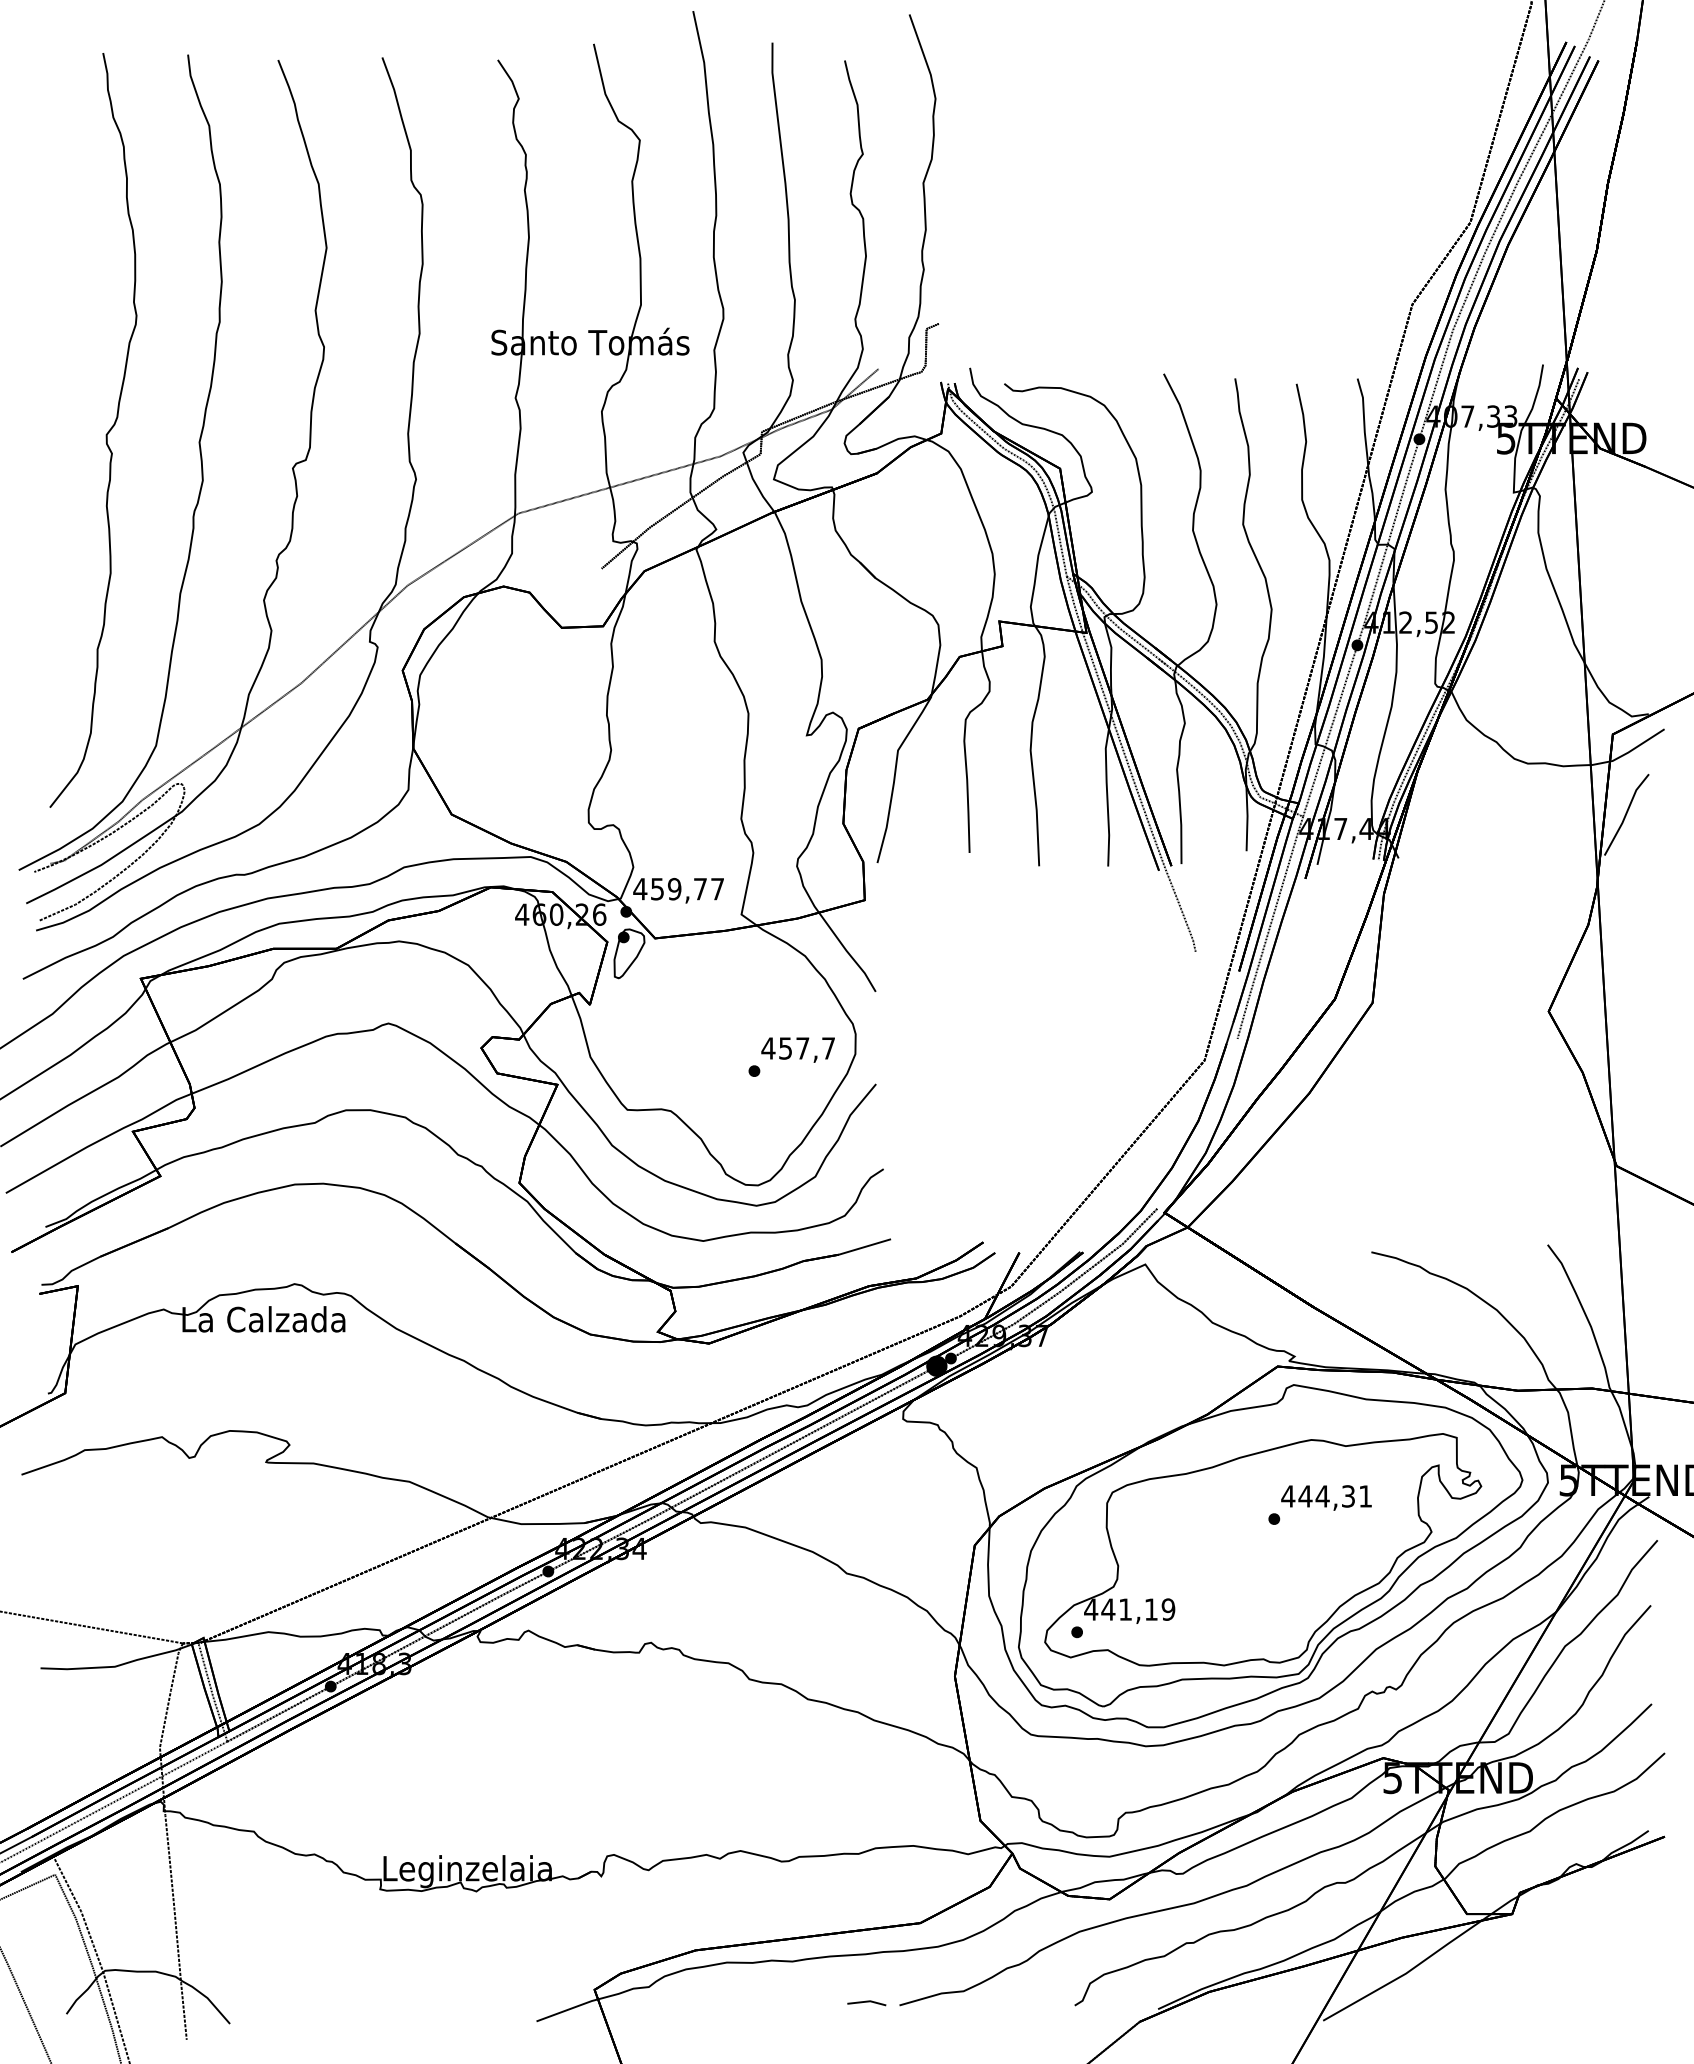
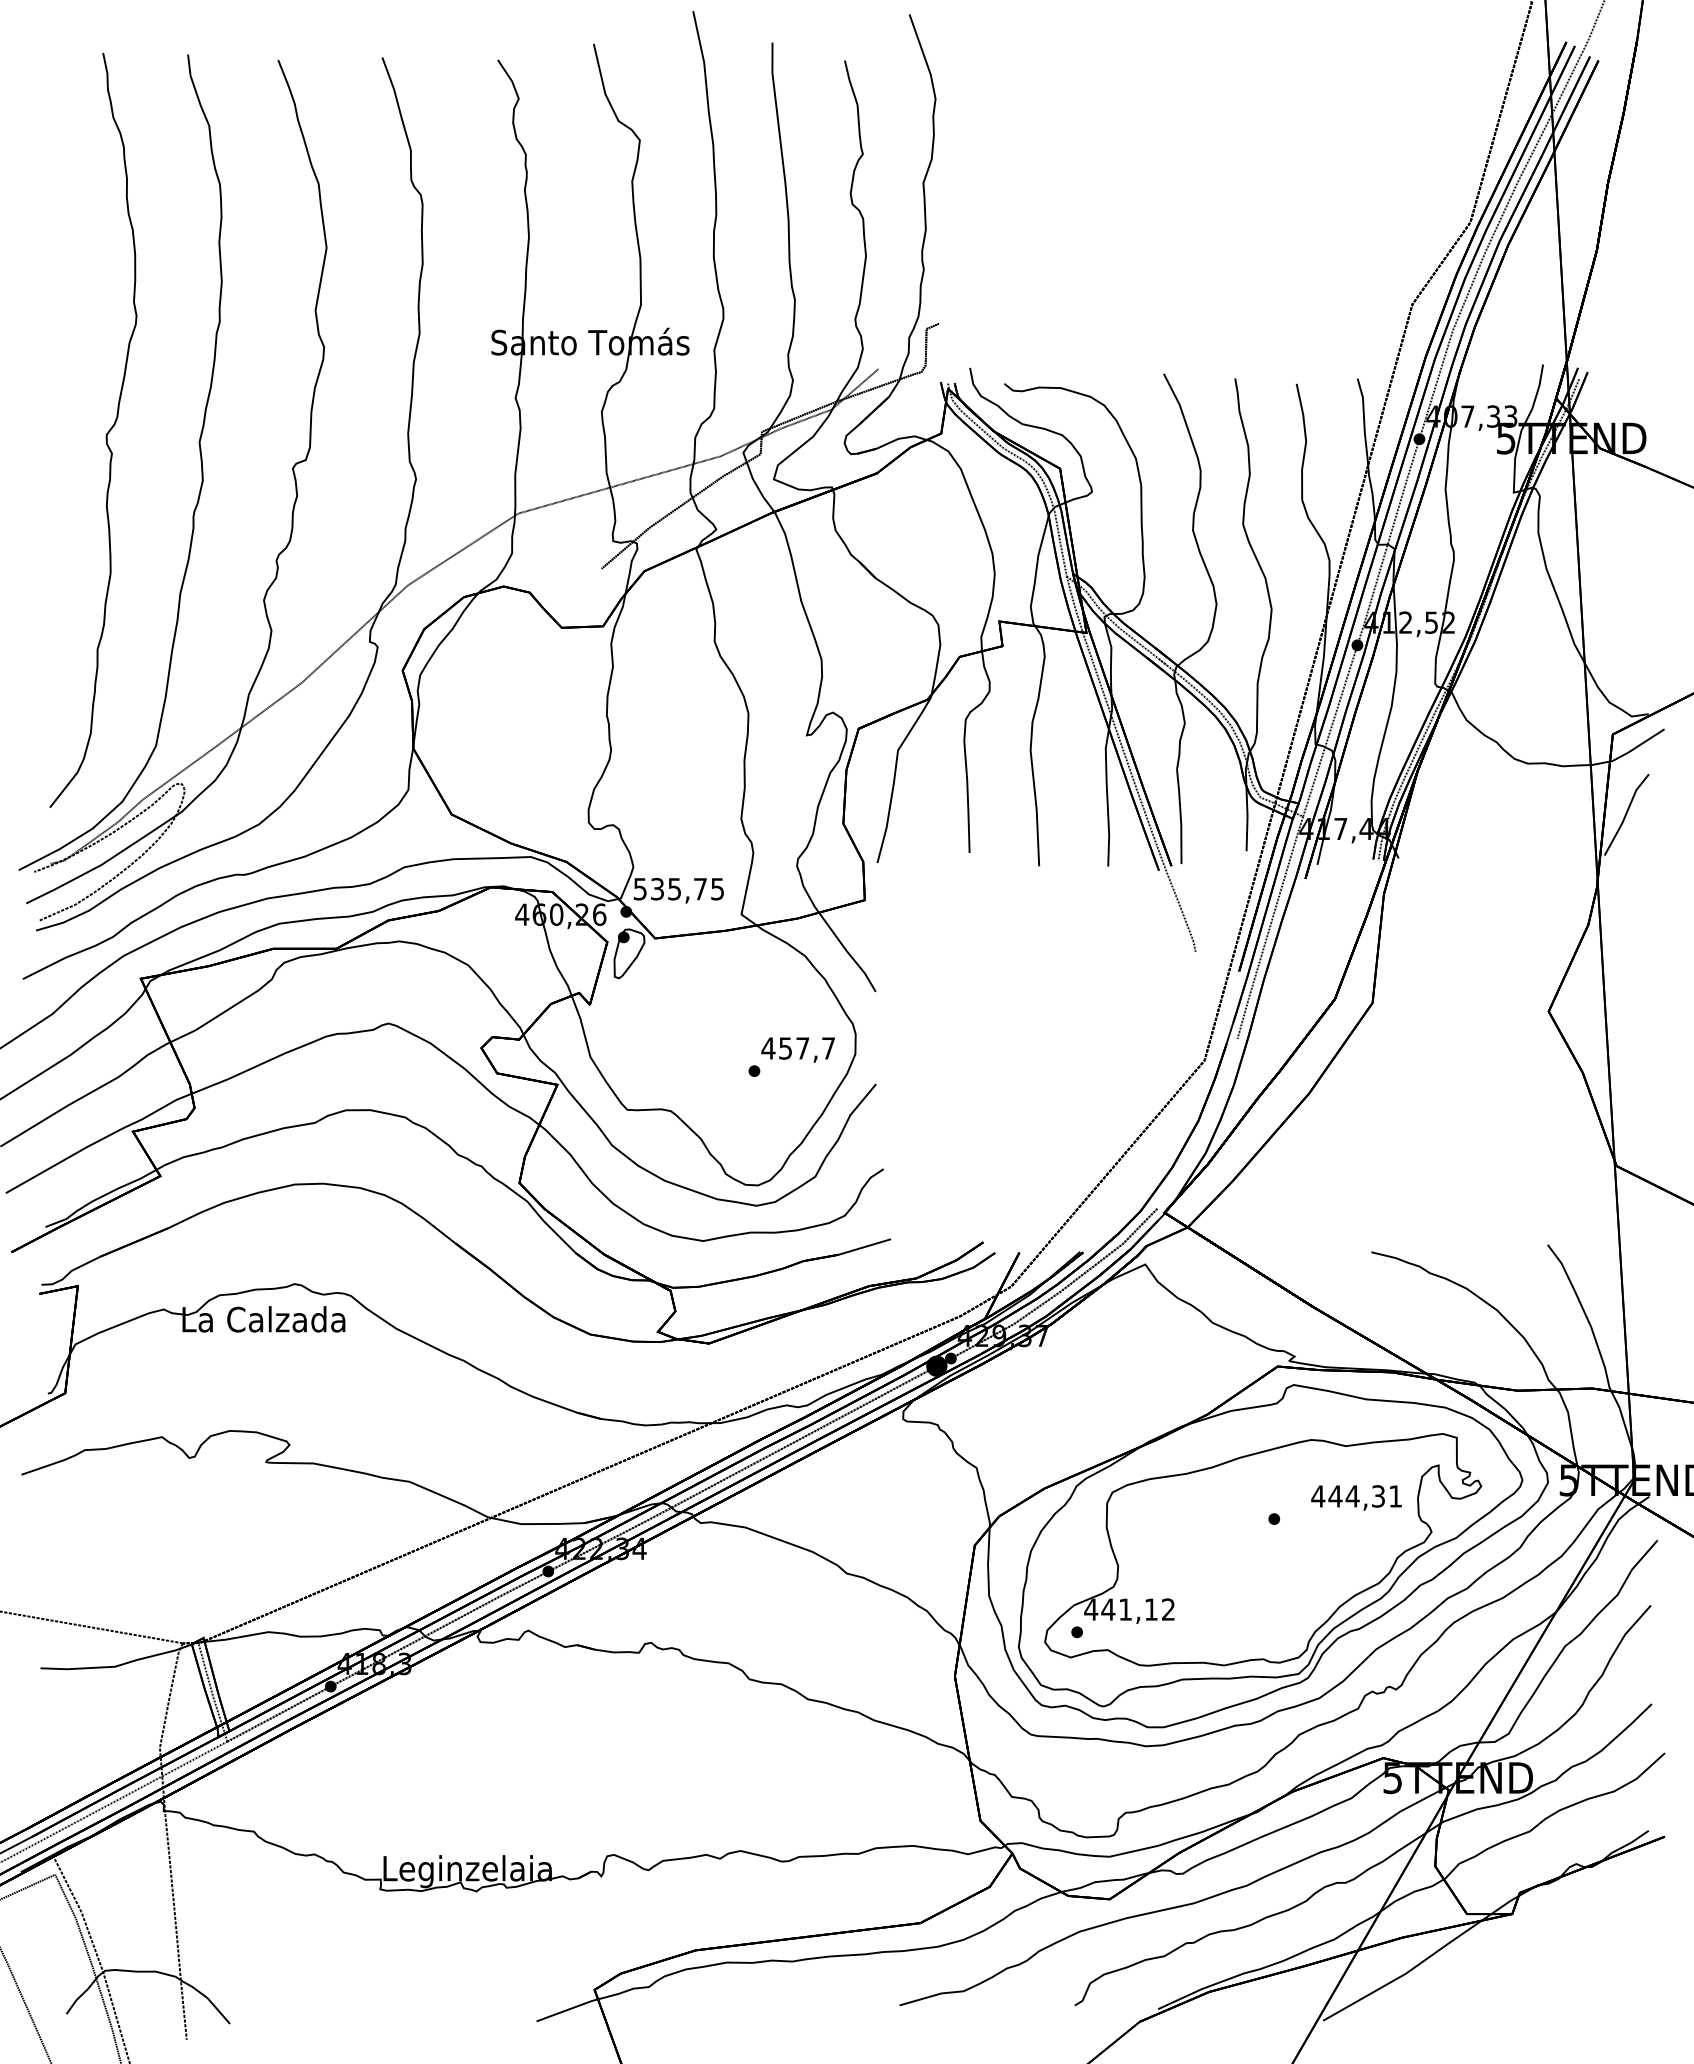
text at (678, 888): 459,77 -> 535,75
text at (1326, 1497) position: (1326, 1497) -> (1356, 1497)
text at (1168, 1609): 441,19 -> 441,12
line at (866, 2002): present -> none
